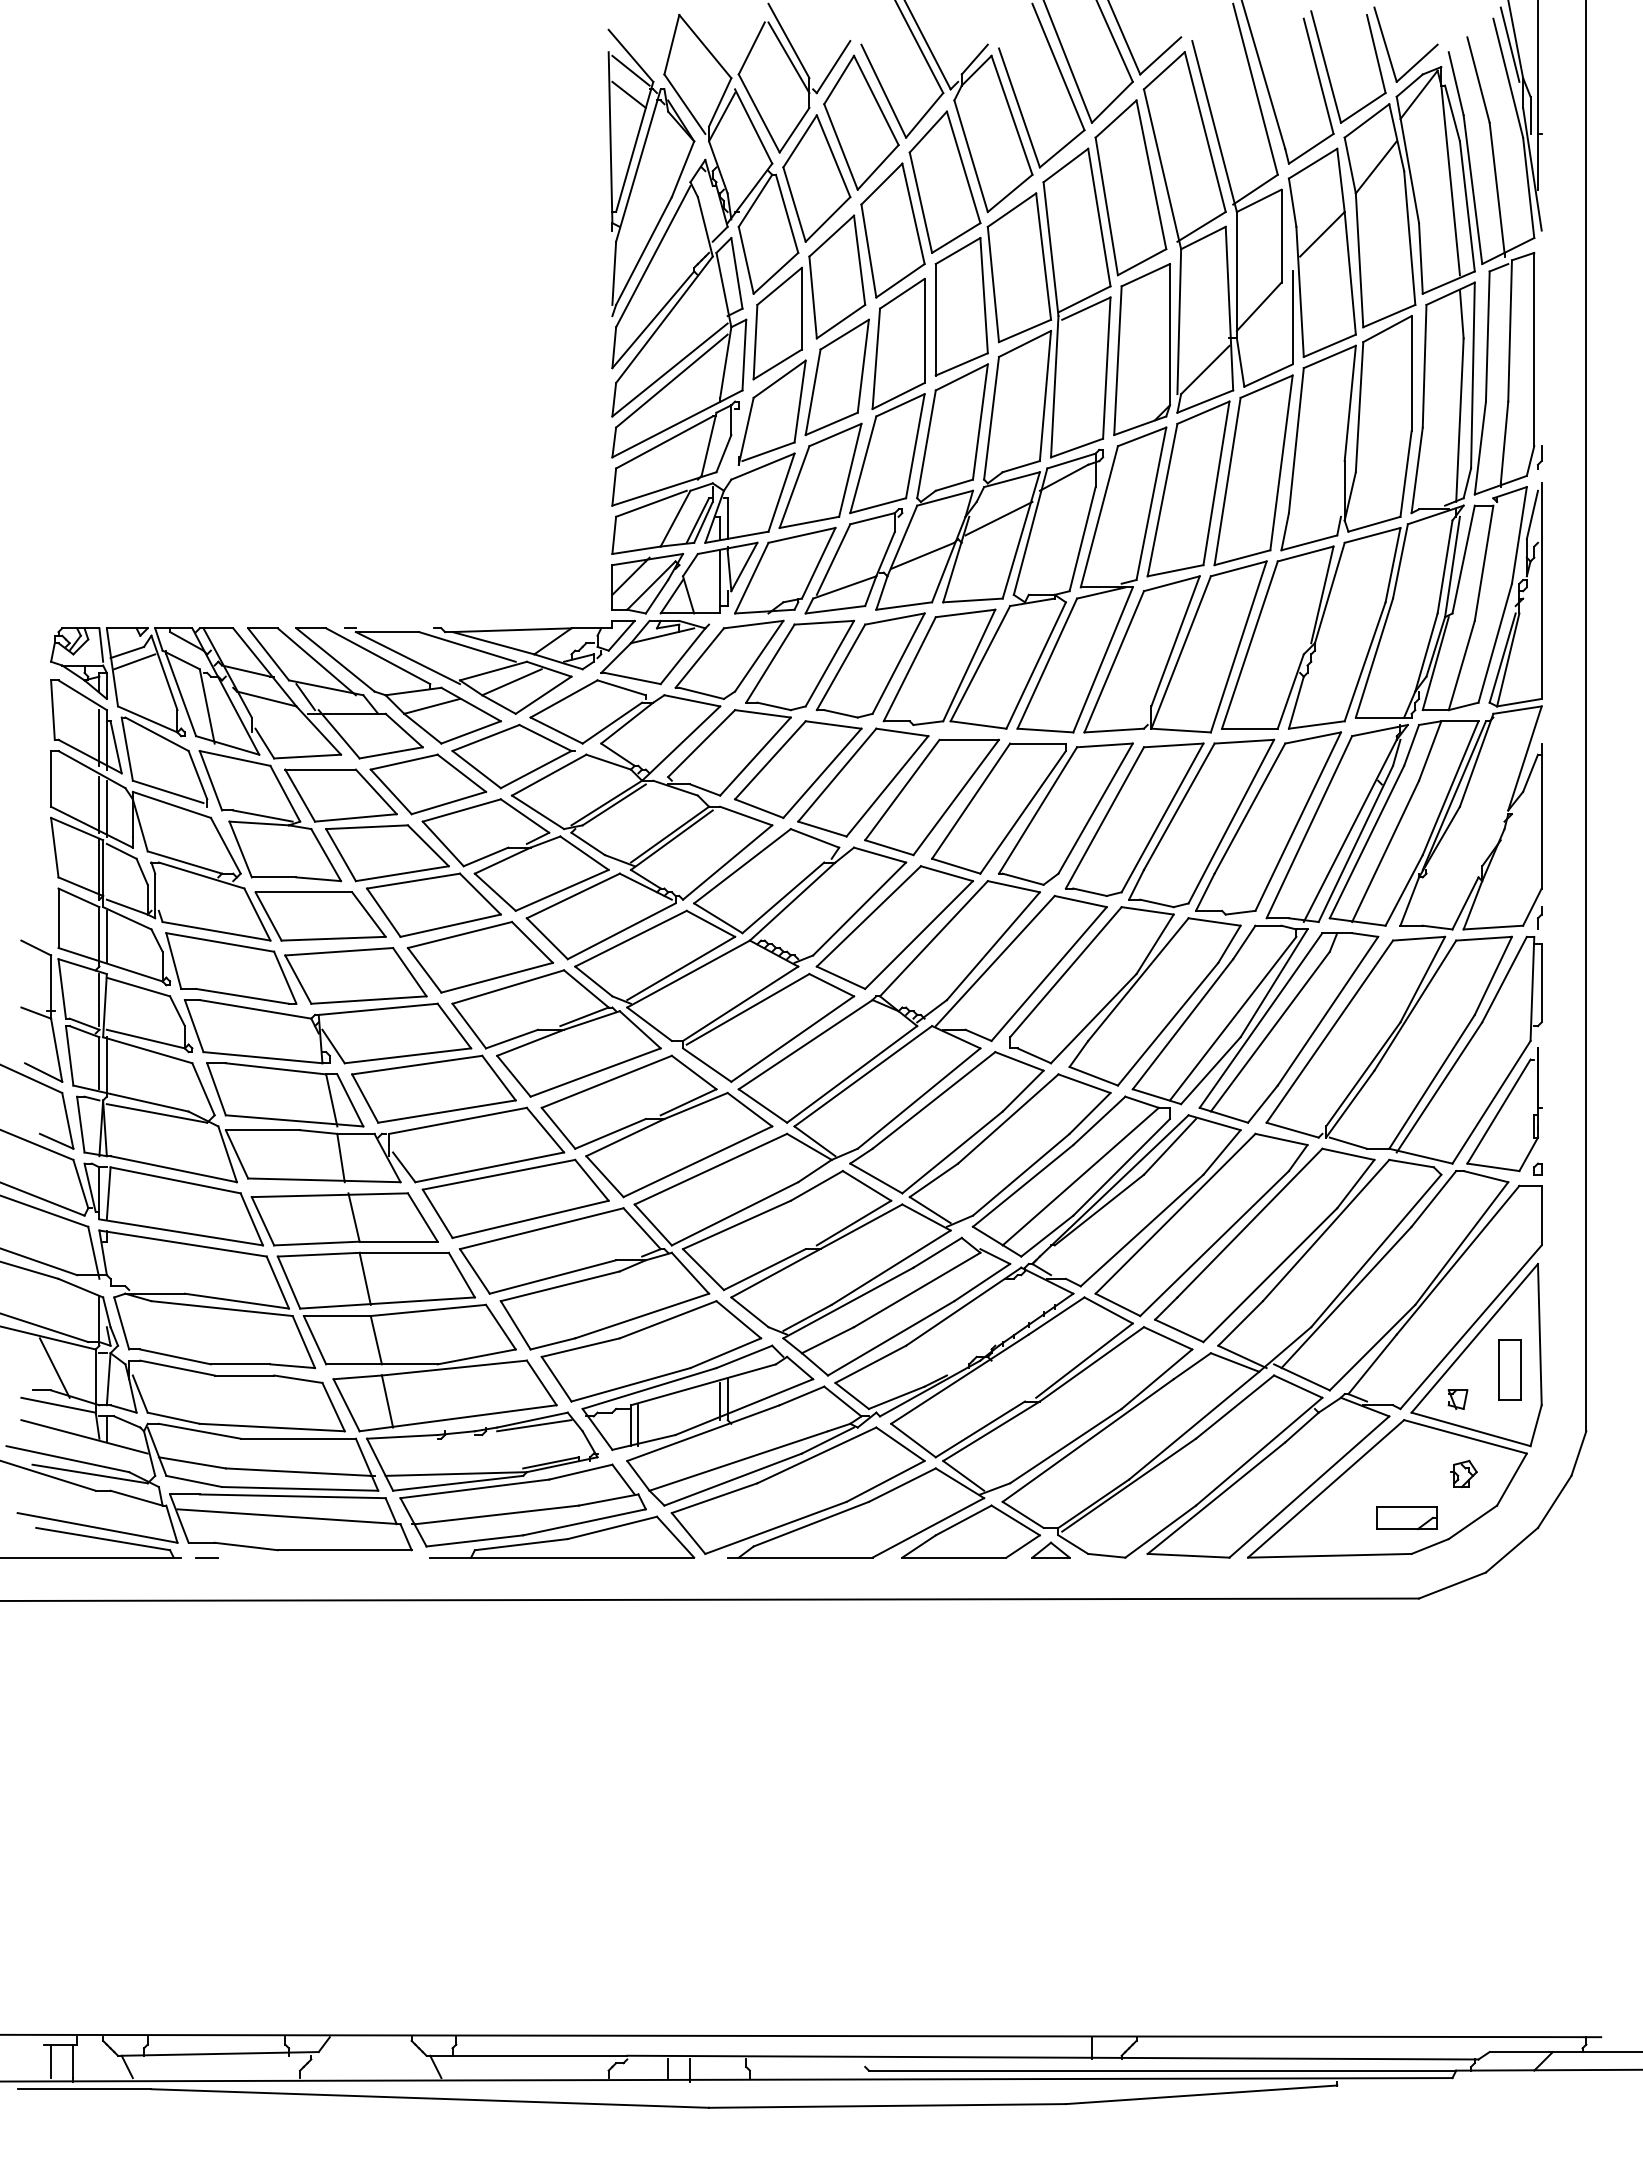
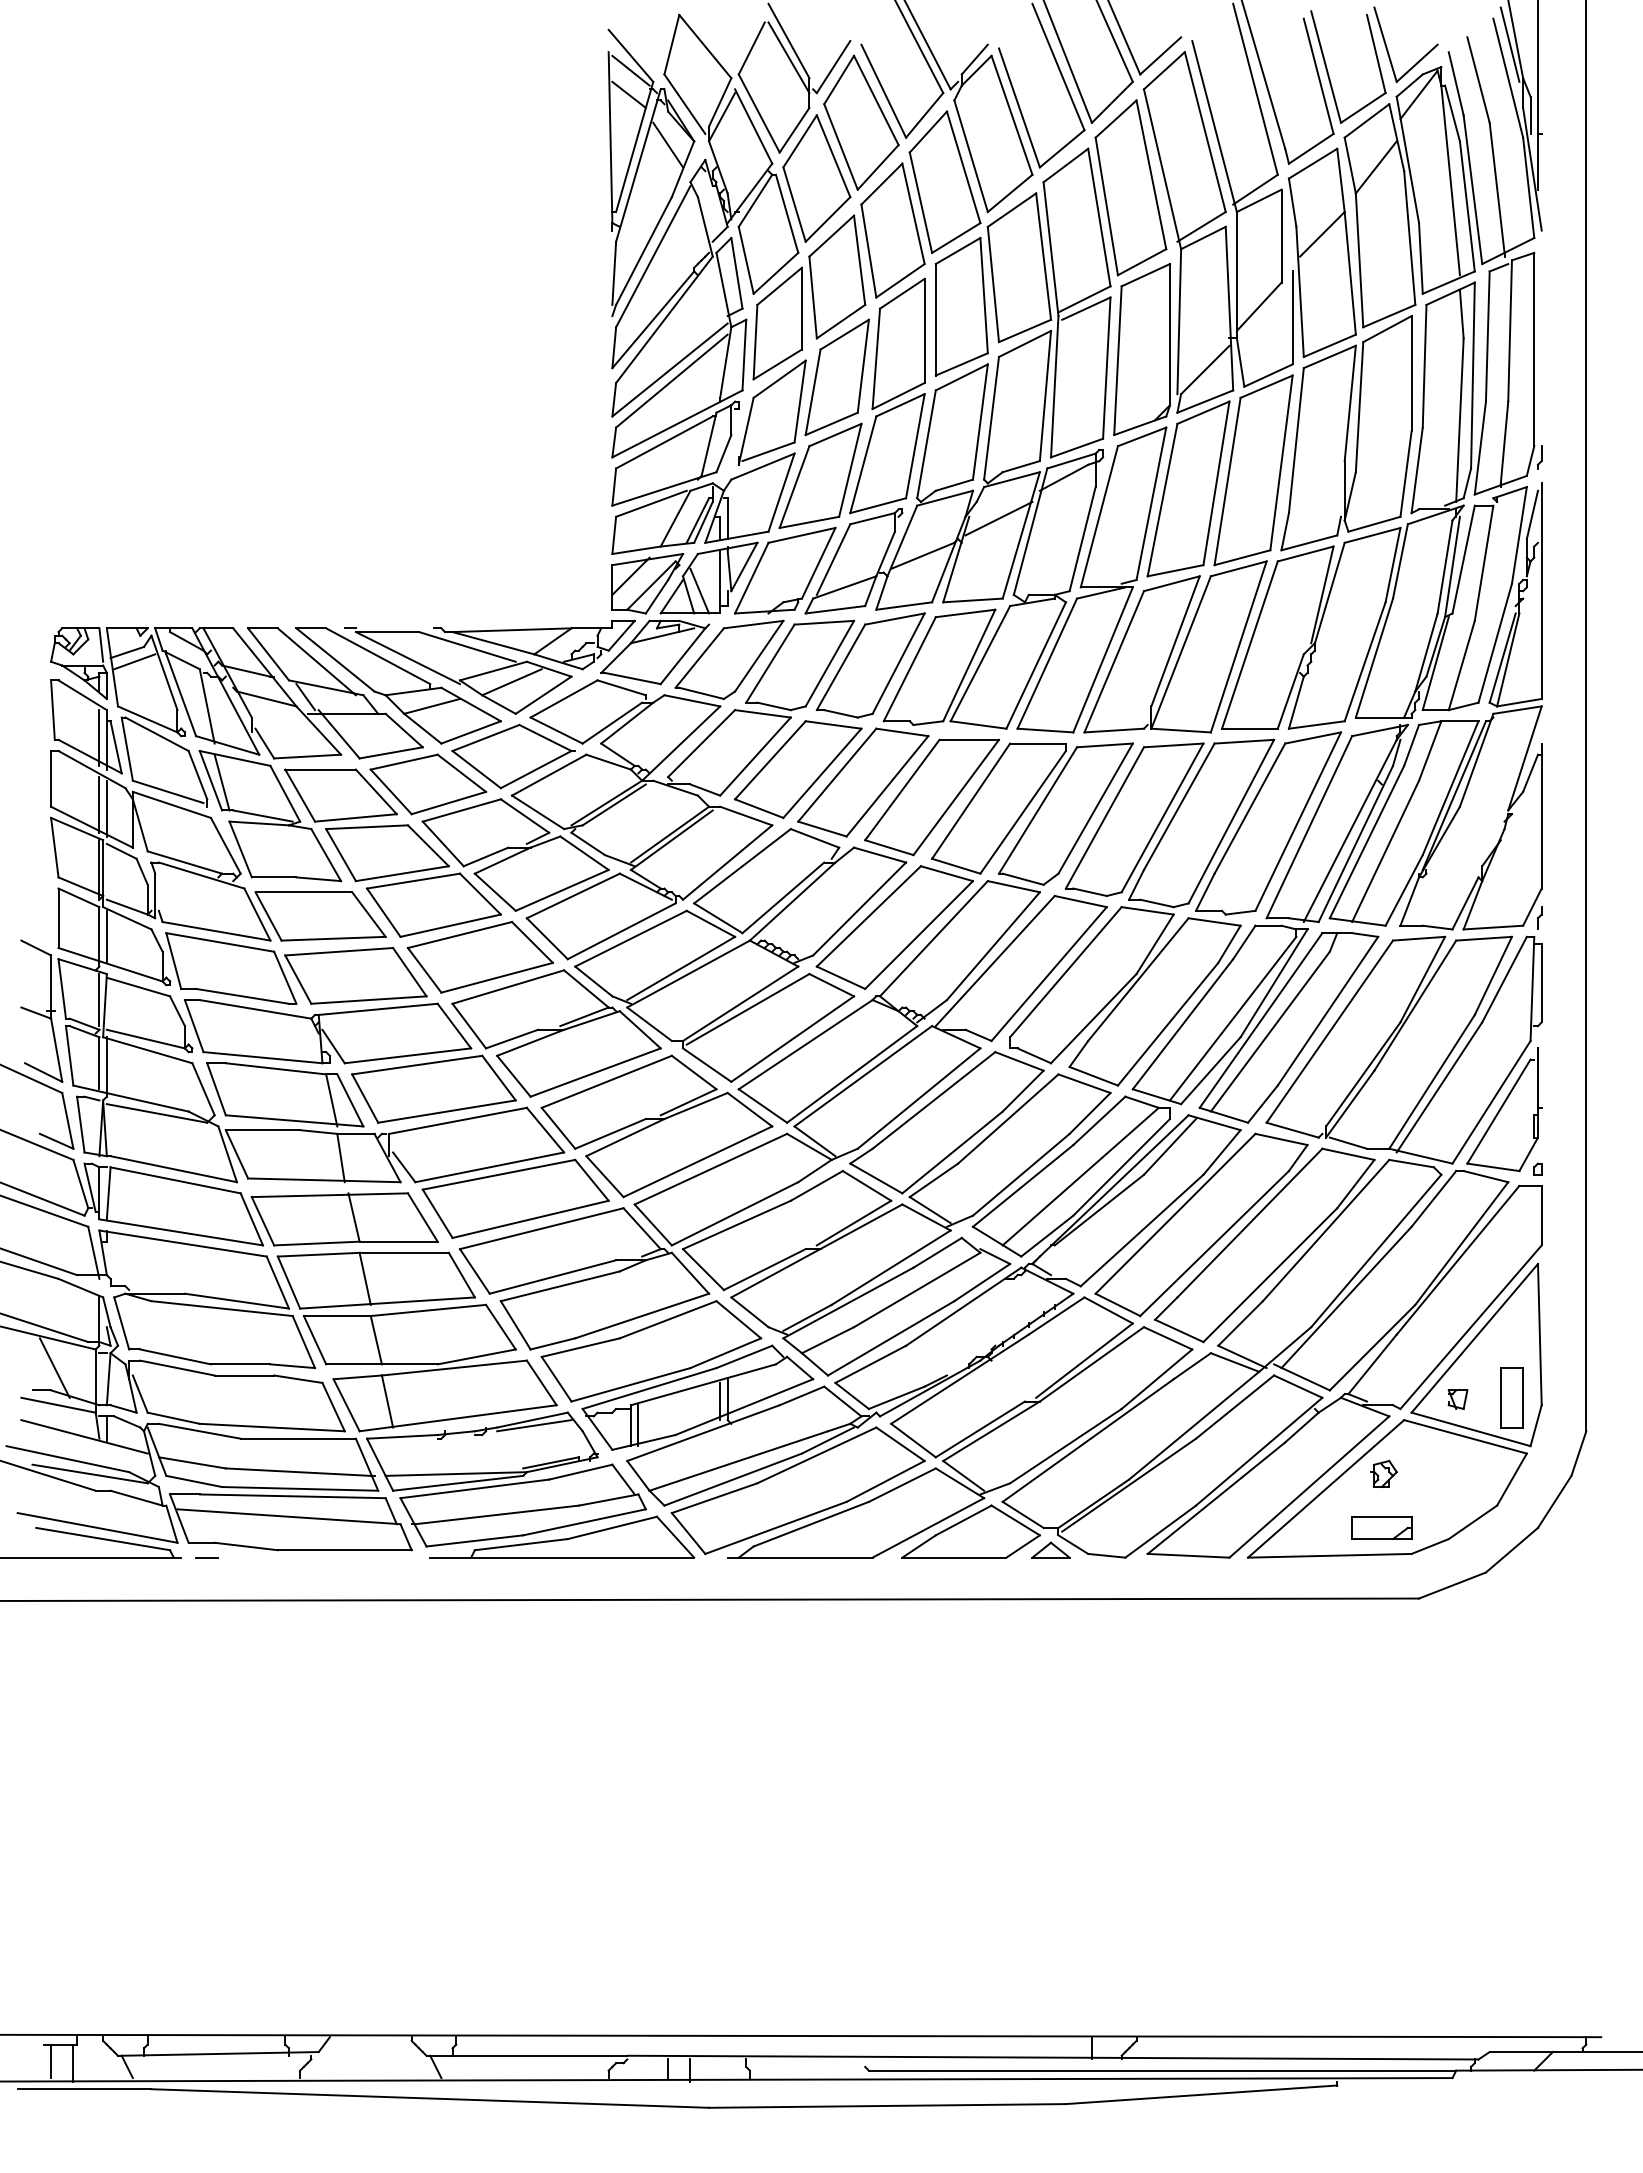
line at (668, 144): none -> present
line at (699, 590): none -> present
line at (221, 782): none -> present
part at (1509, 1369) position: (1509, 1369) -> (1511, 1397)
part at (1463, 1473) position: (1463, 1473) -> (1383, 1473)
part at (1406, 1518) position: (1406, 1518) -> (1381, 1528)
